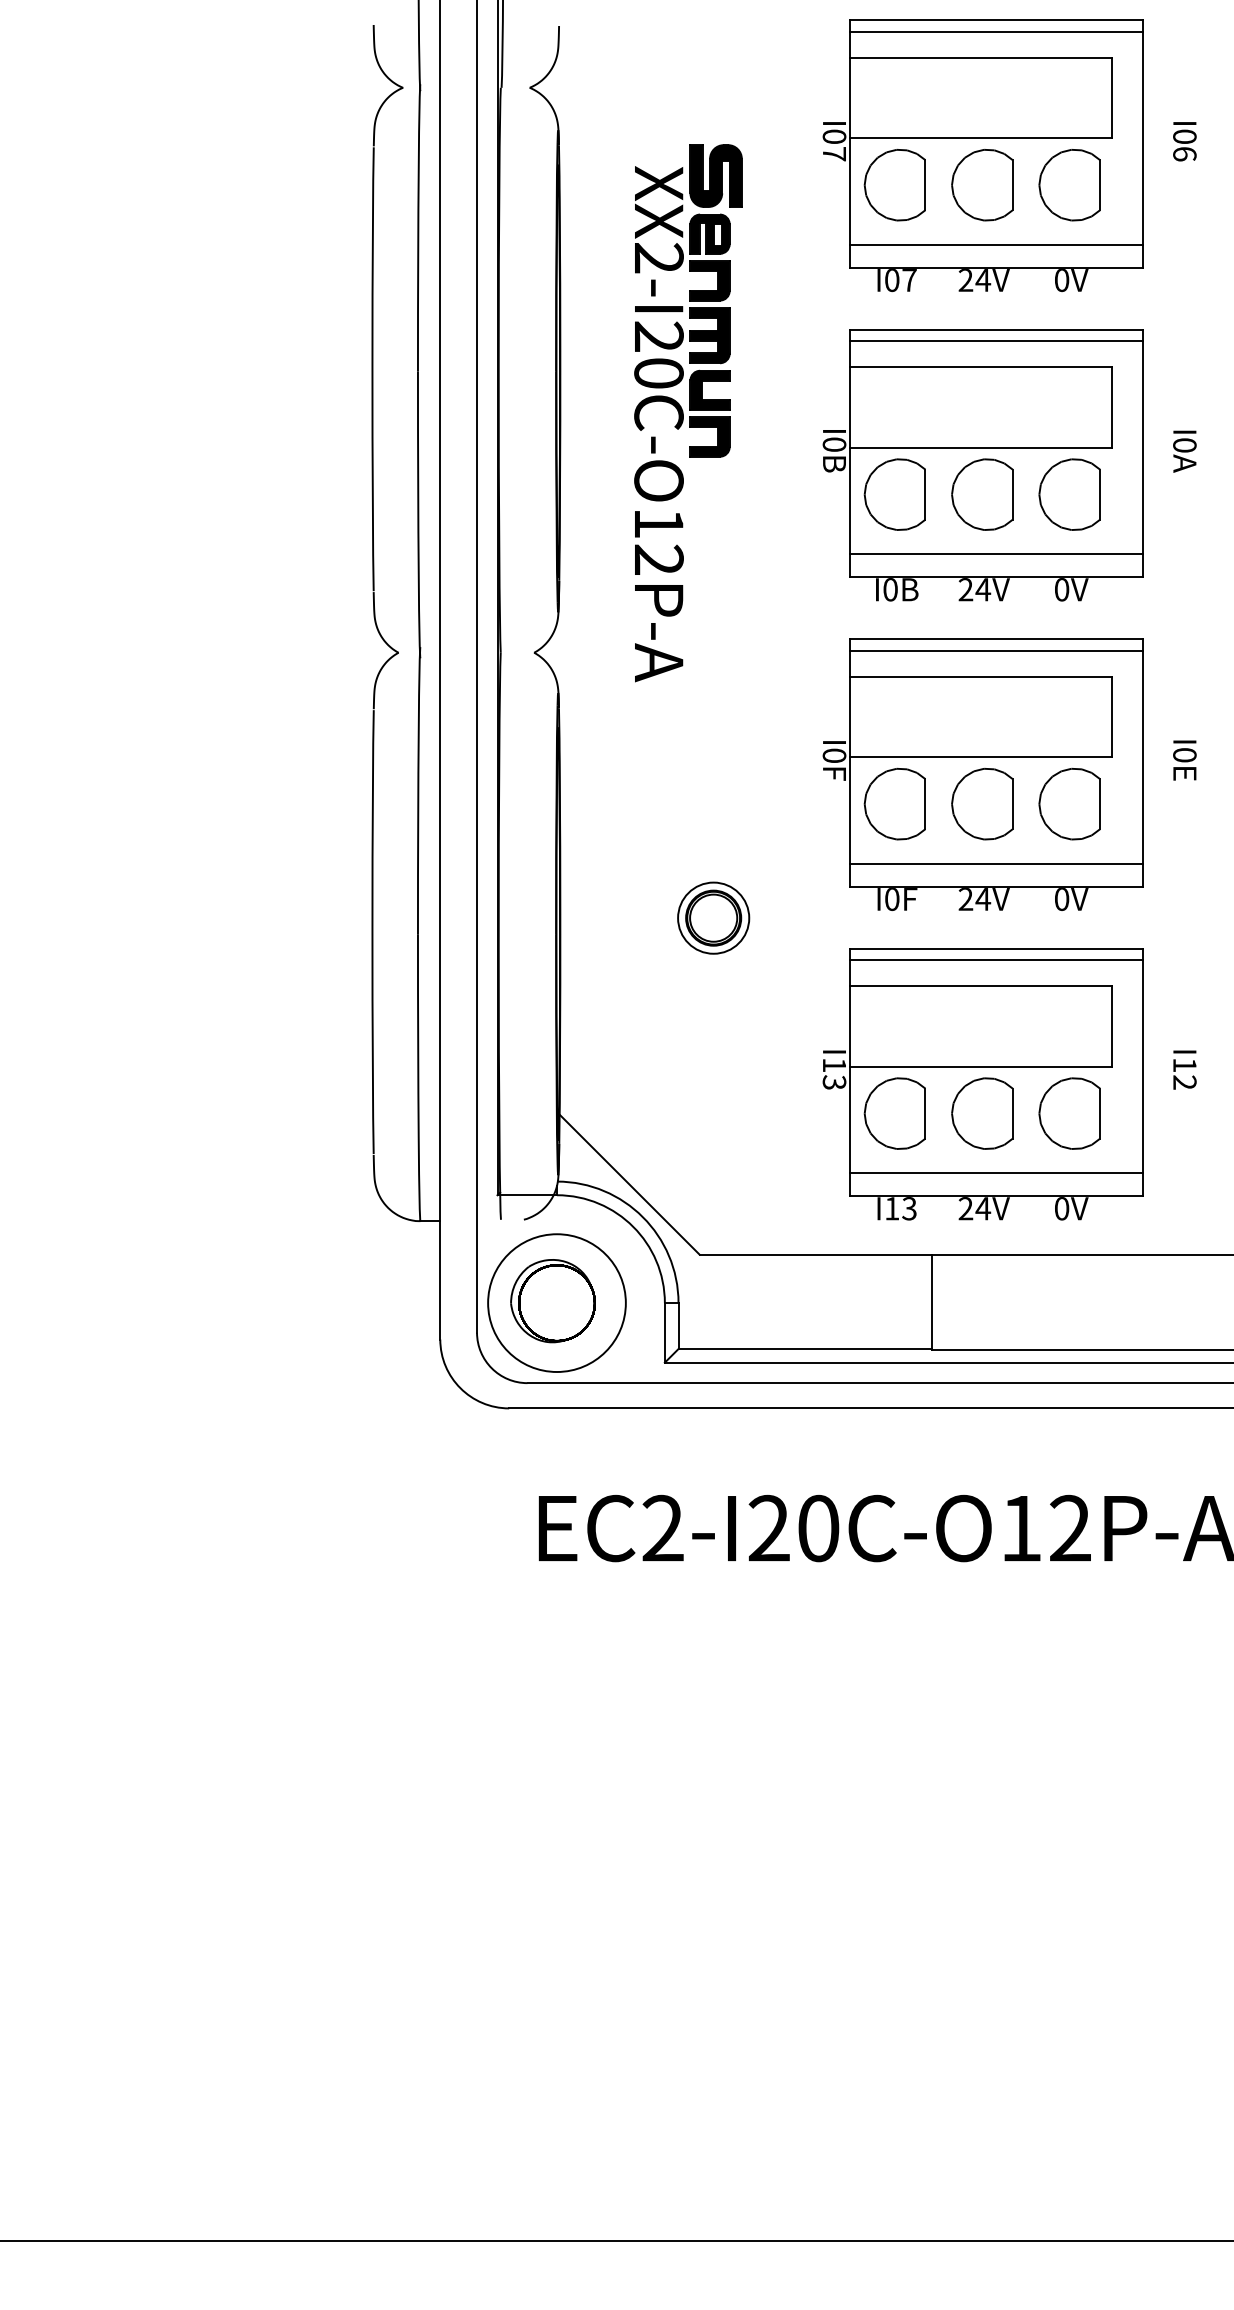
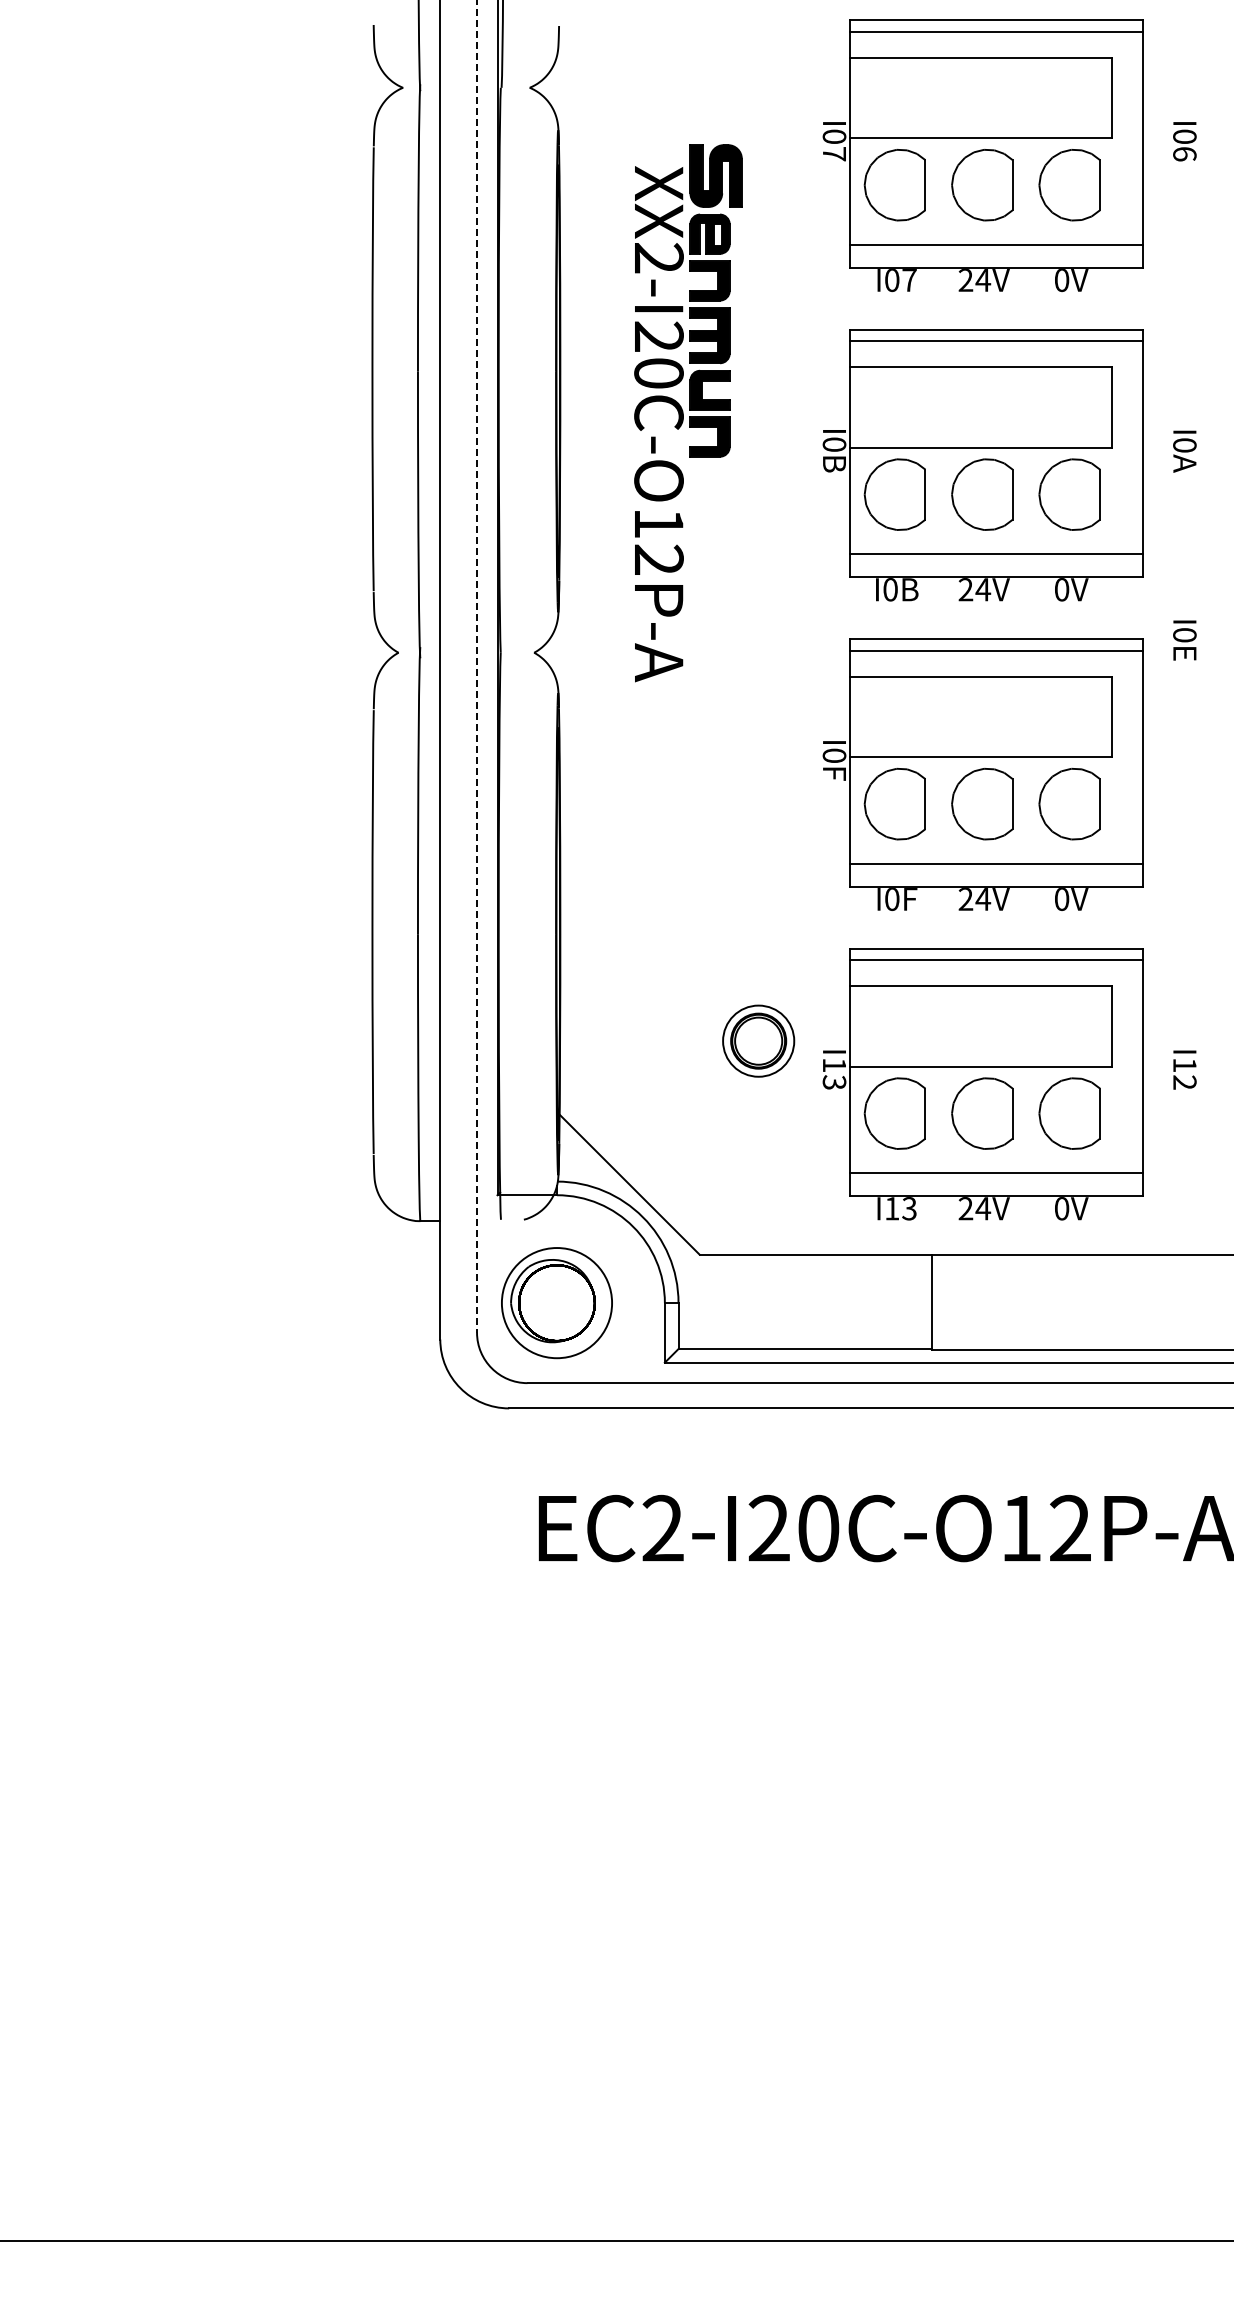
line at (477, 666): solid -> dashed
text at (1184, 760) position: (1184, 760) -> (1184, 640)
part at (713, 917) position: (713, 917) -> (758, 1040)
circle at (556, 1303) diameter: 138 px -> 110 px
